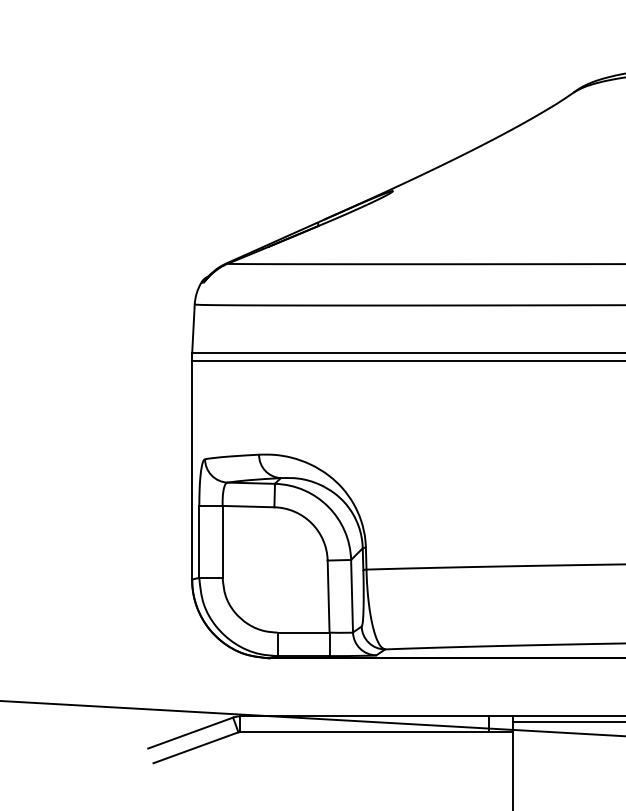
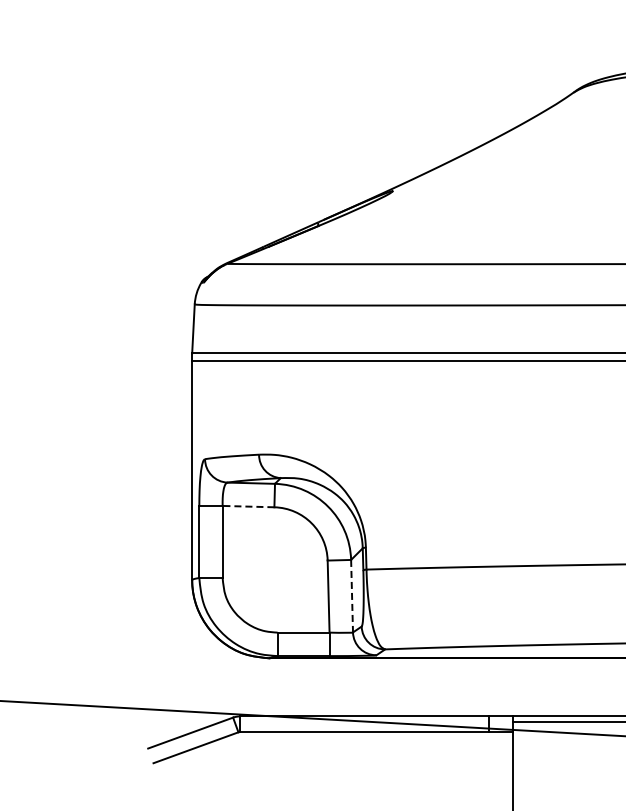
line at (248, 506): solid -> dashed
line at (352, 596): solid -> dashed
